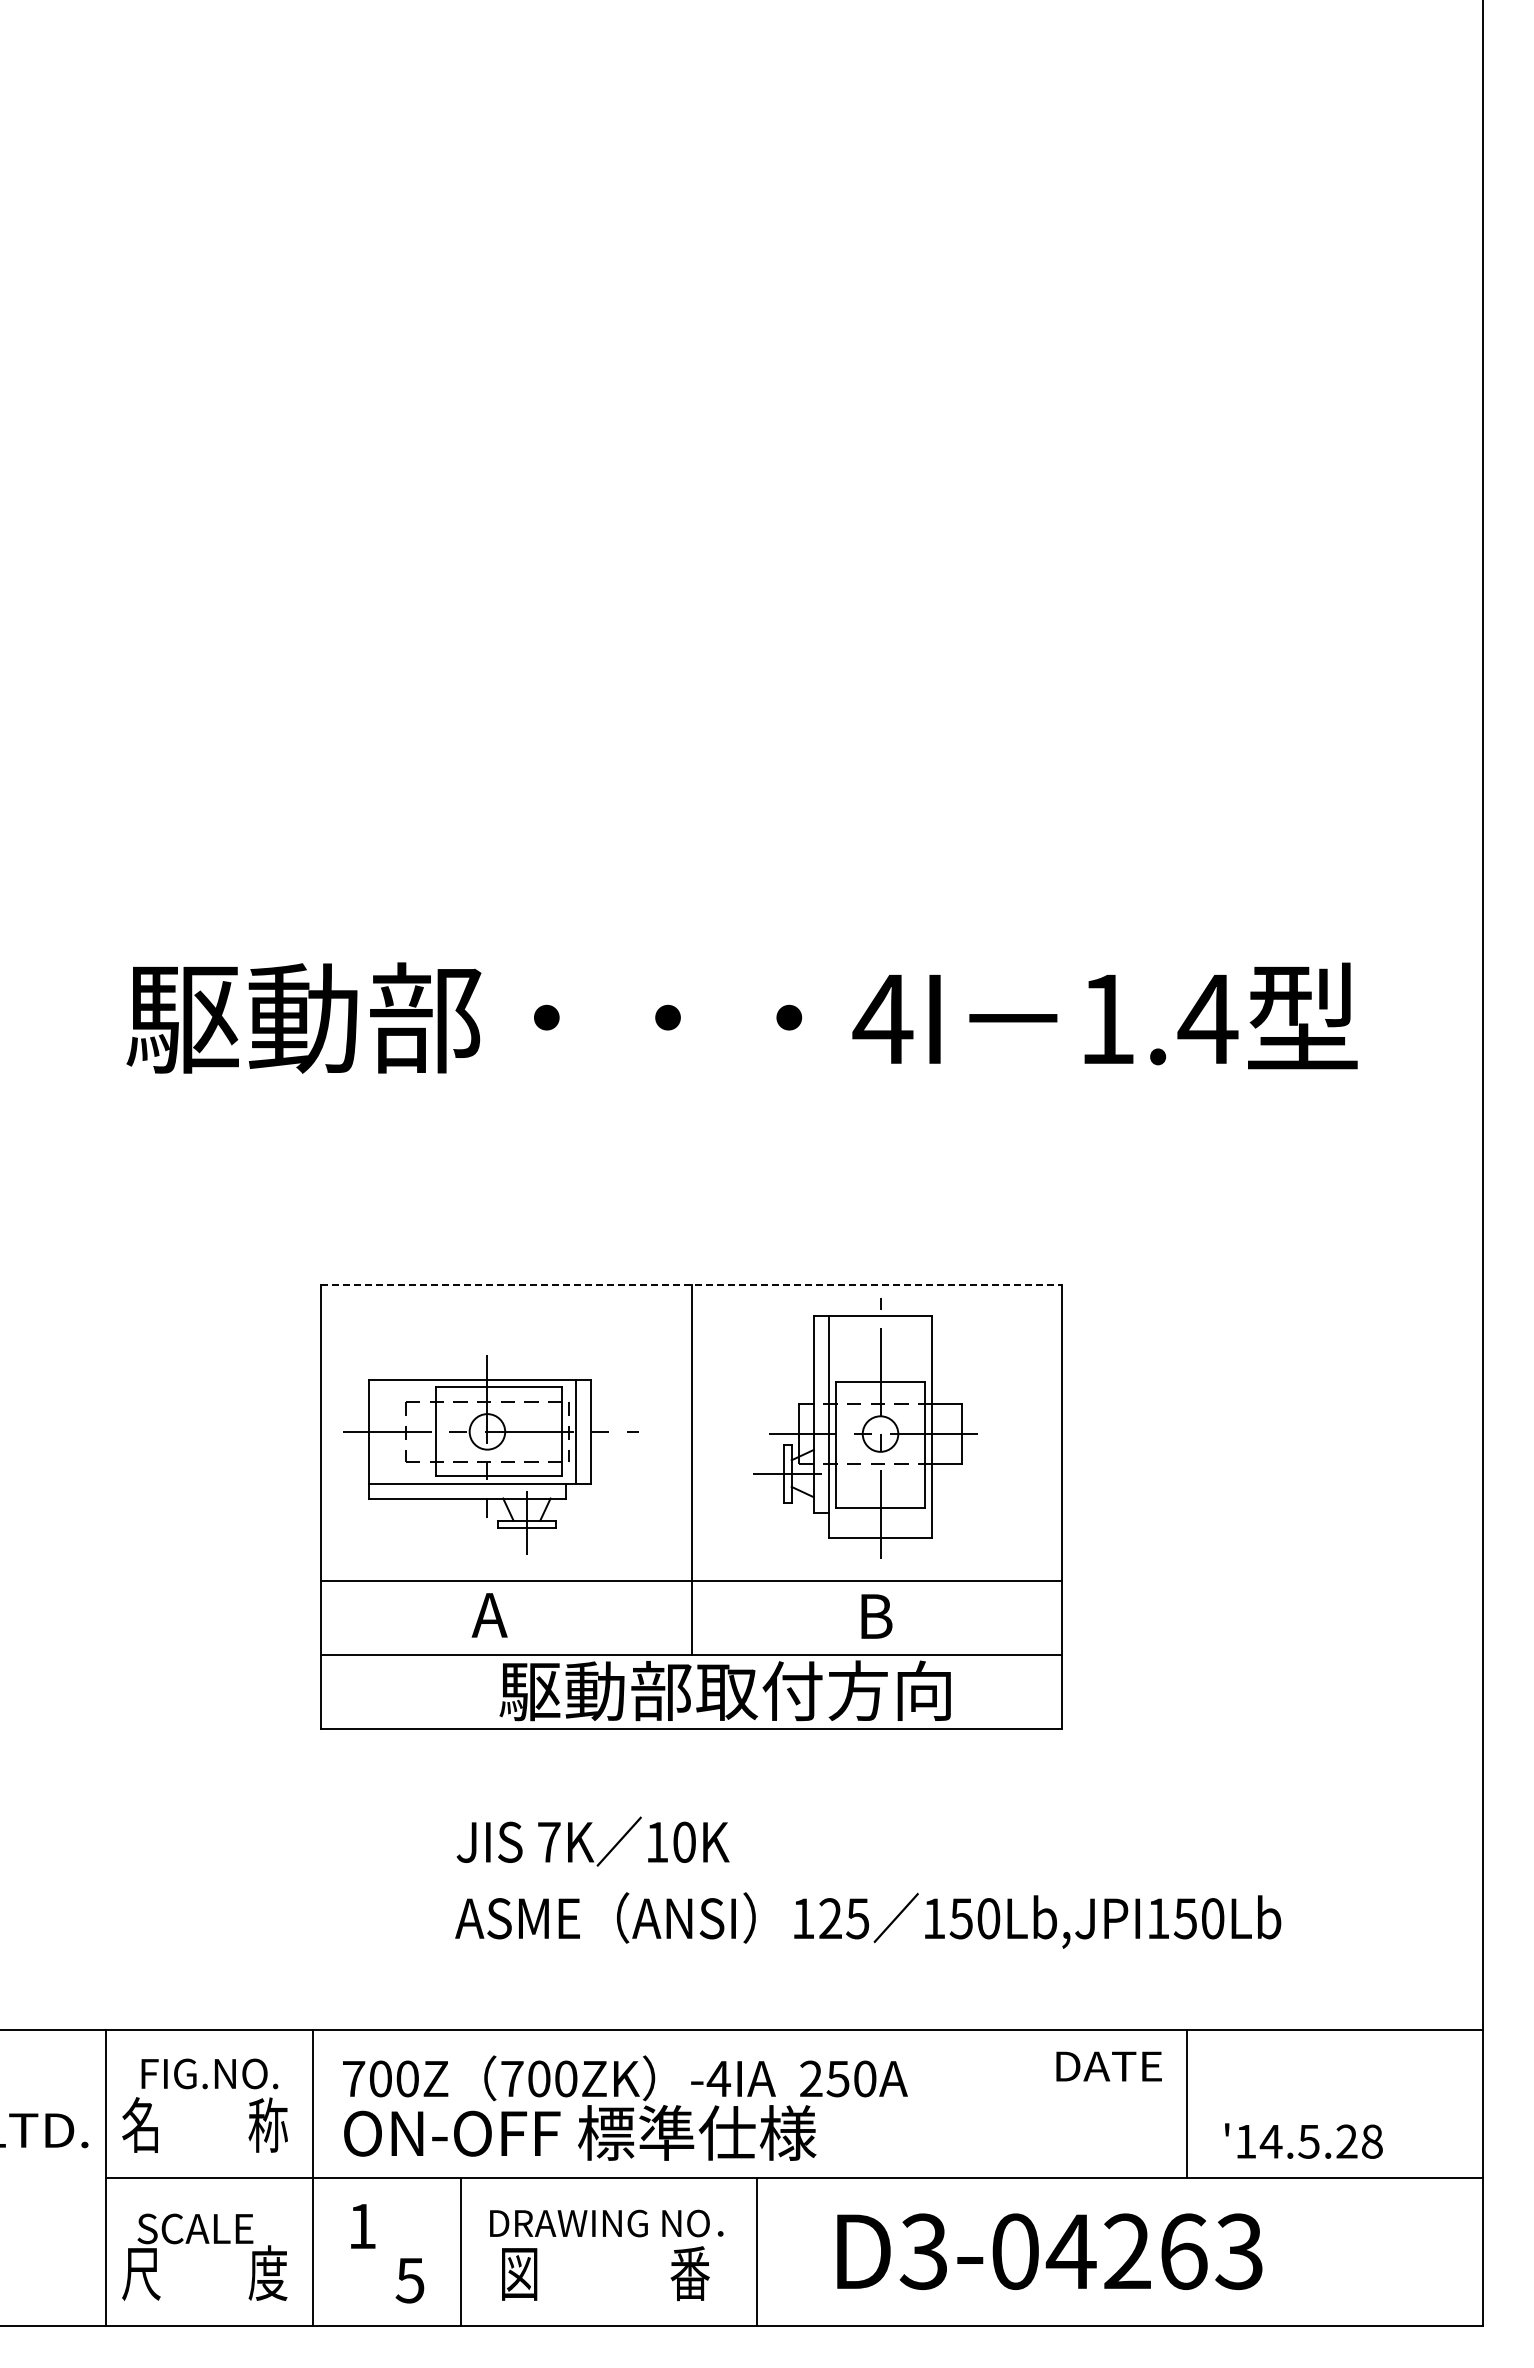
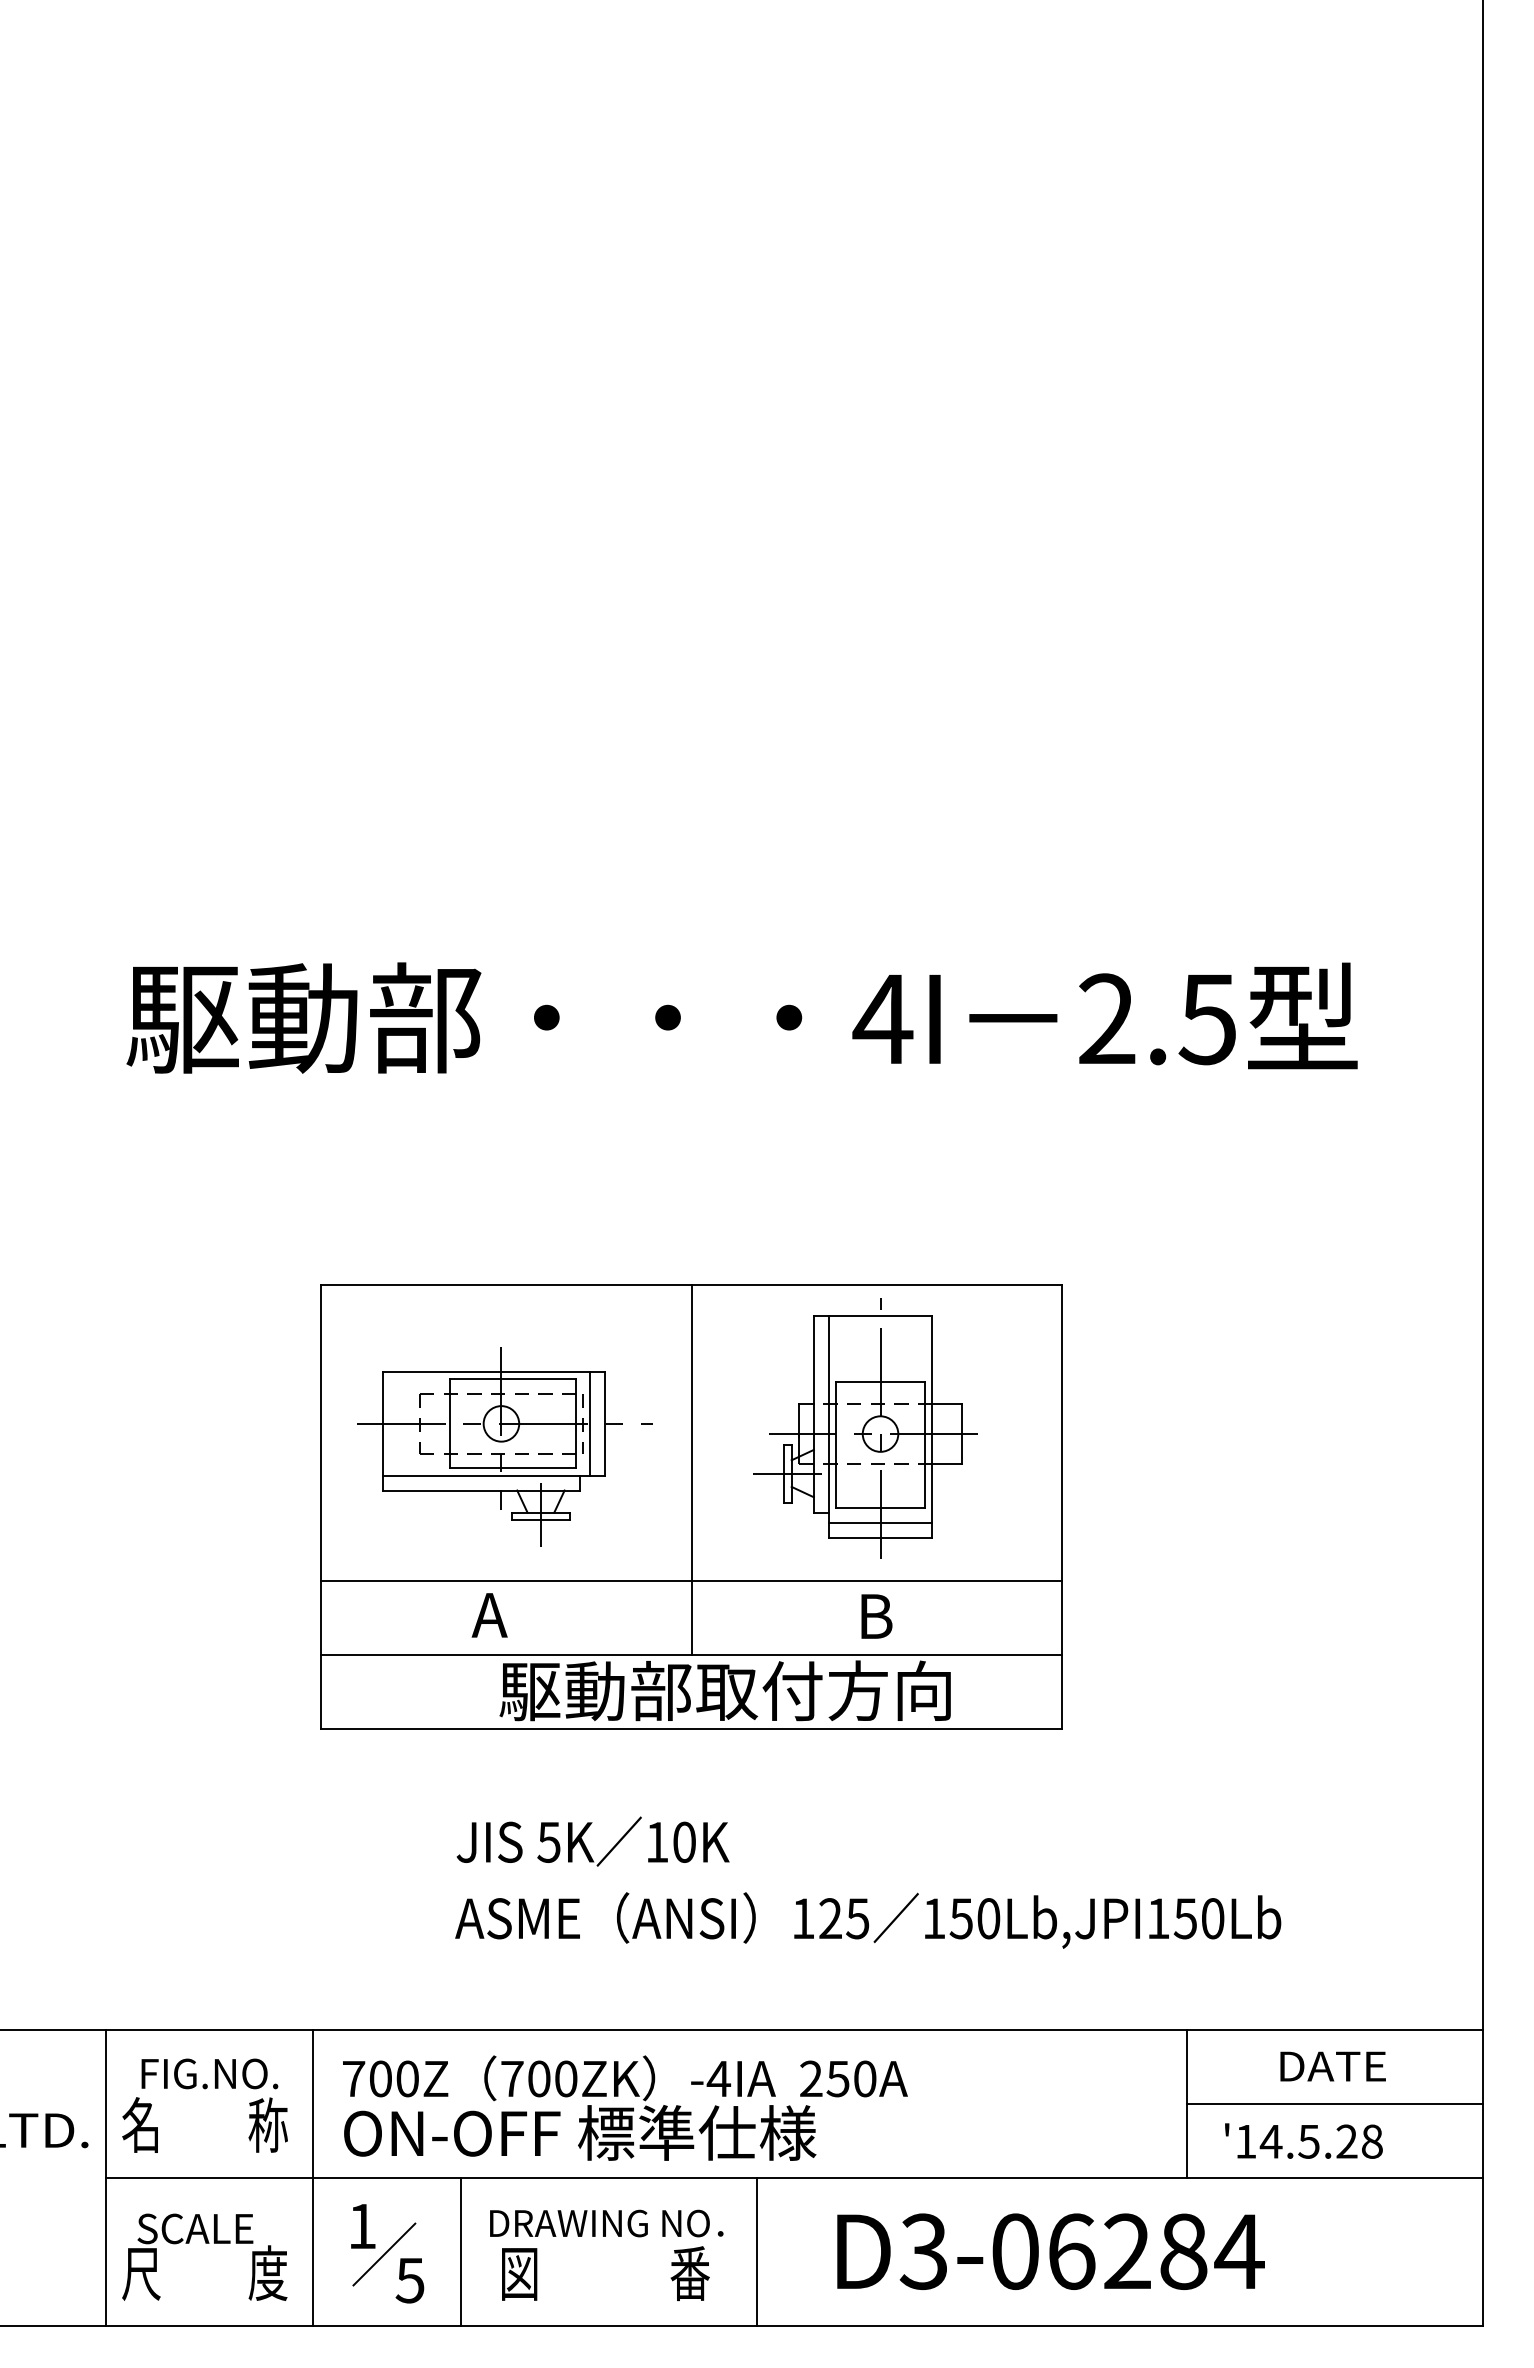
text at (1158, 1019): 1.4 -> 2.5
line at (692, 1284): dashed -> solid
part at (490, 1454) position: (490, 1454) -> (504, 1446)
line at (880, 1522): none -> present
text at (548, 1842): 7K -> 5K
text at (1108, 2066) position: (1108, 2066) -> (1332, 2066)
line at (1335, 2103): none -> present
text at (1154, 2251): D3-04263 -> D3-06284
line at (384, 2254): none -> present
